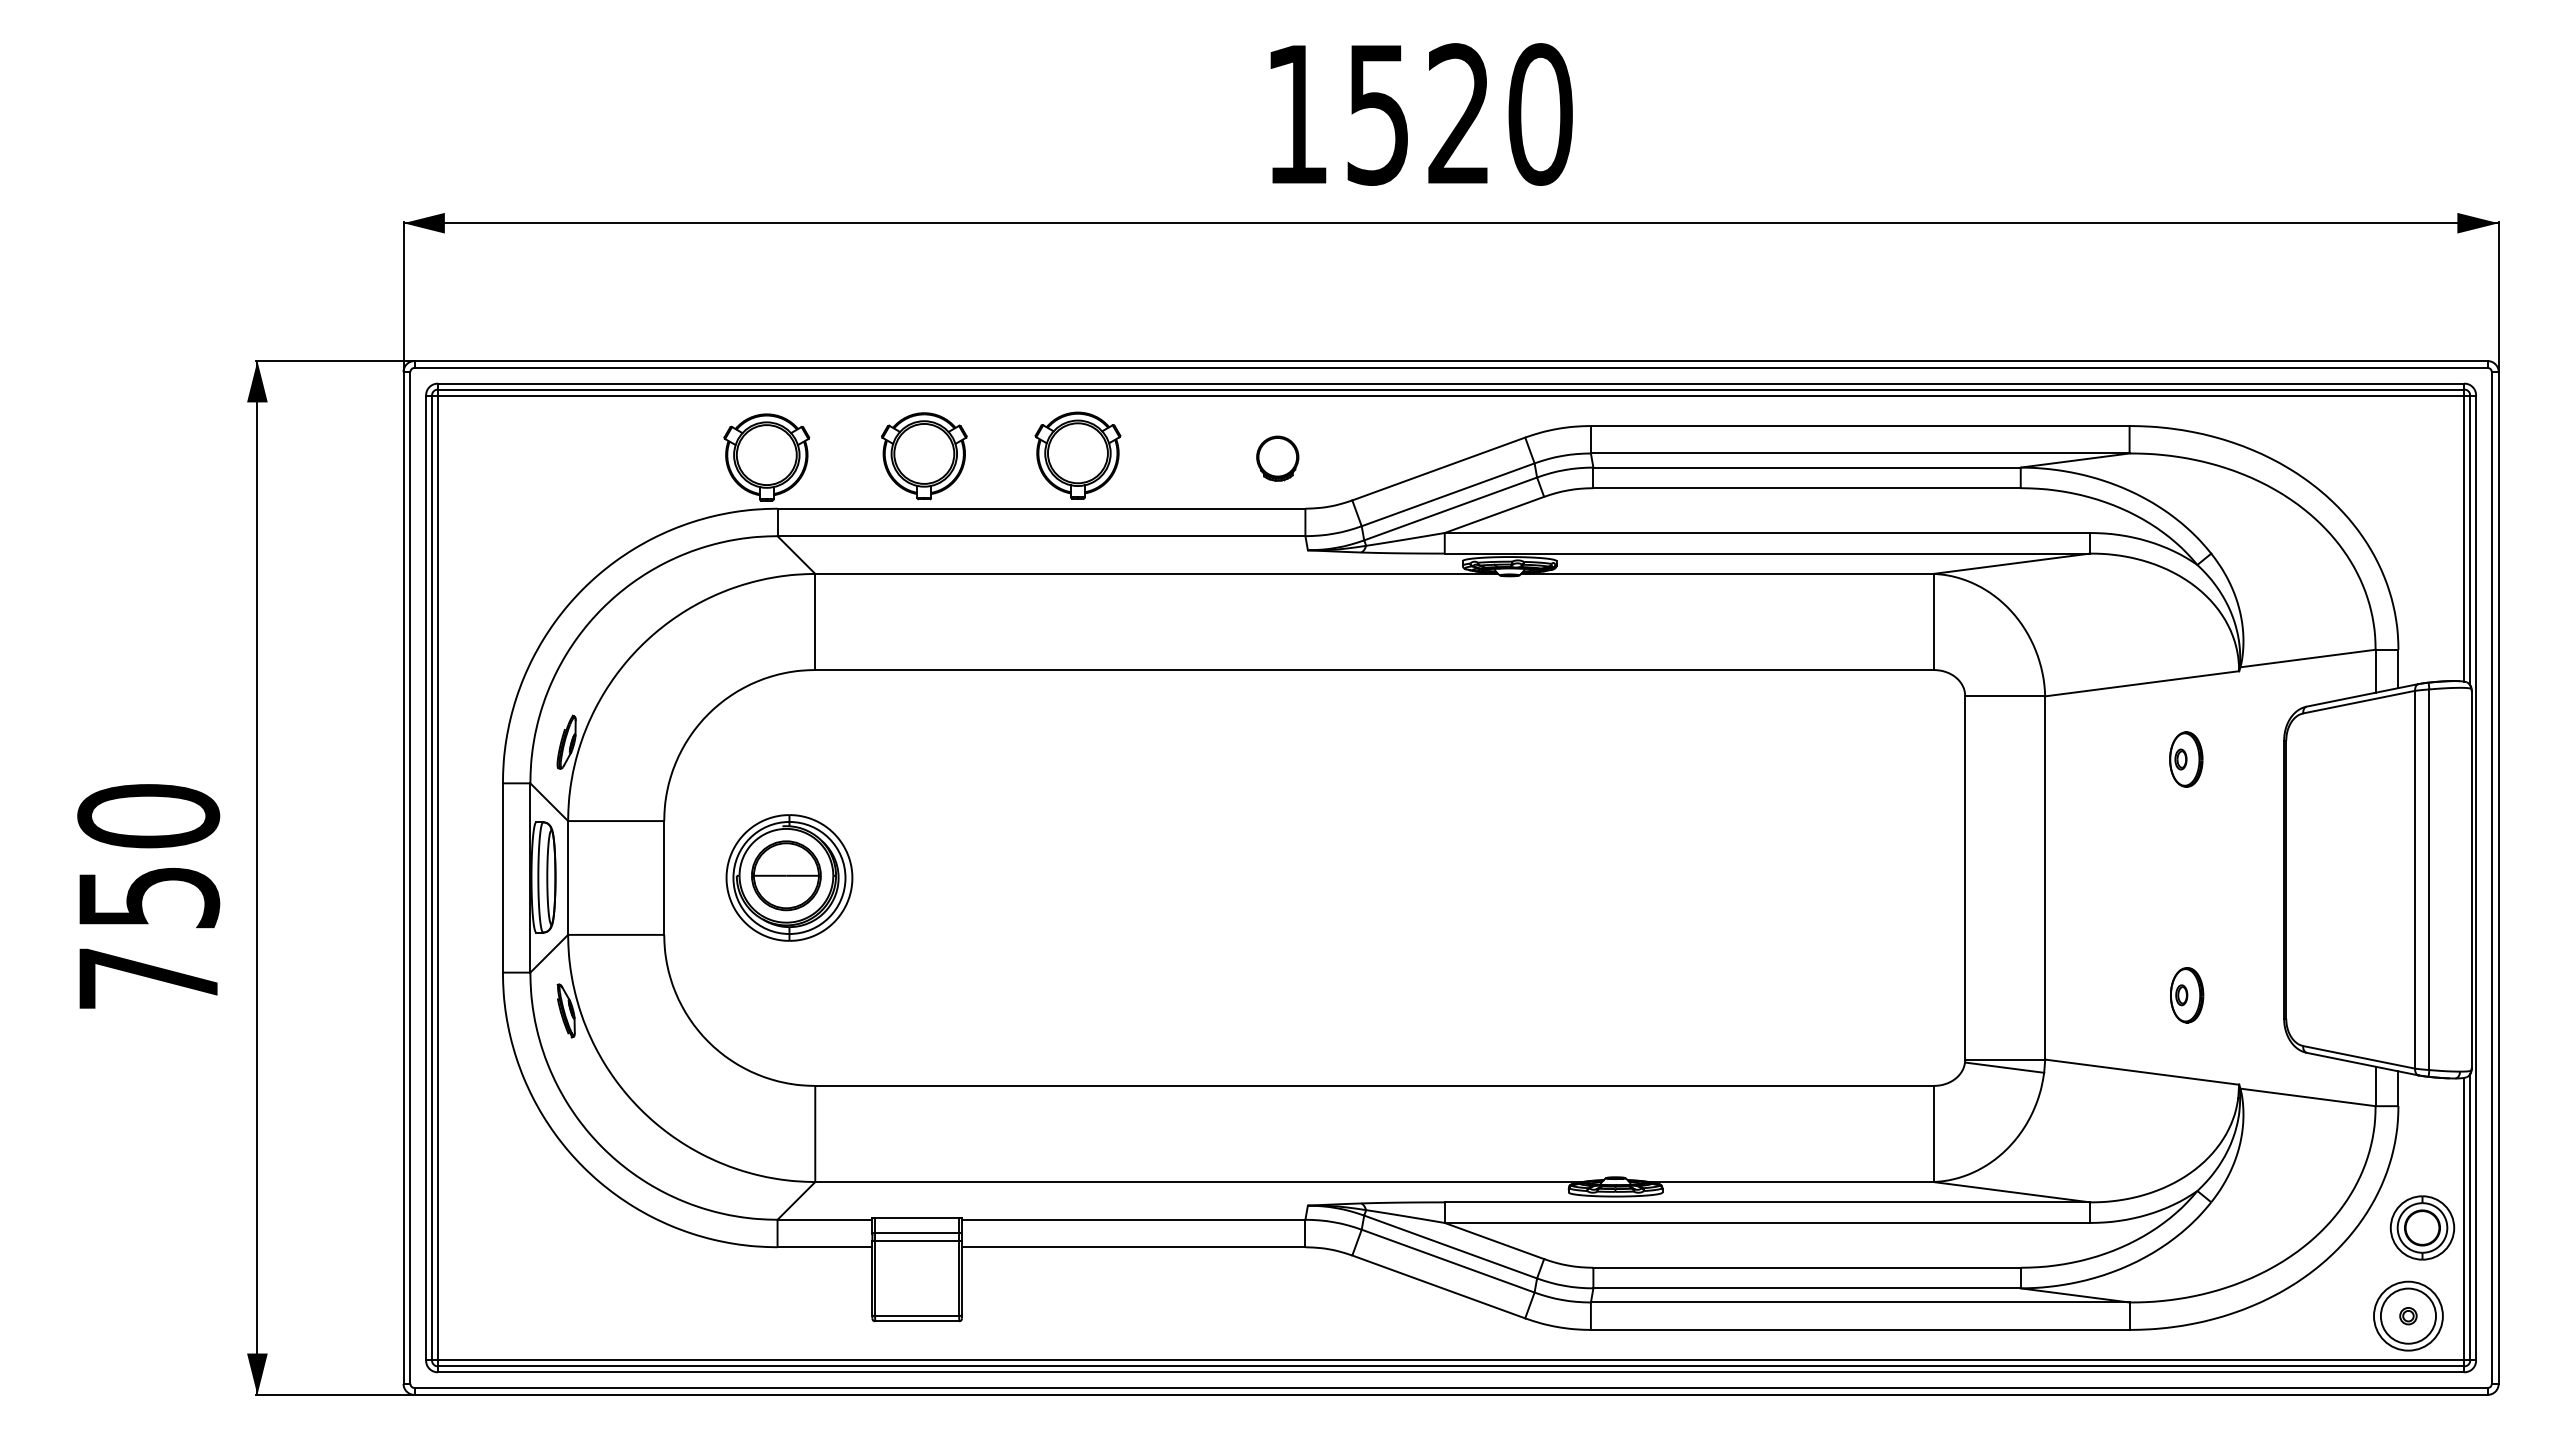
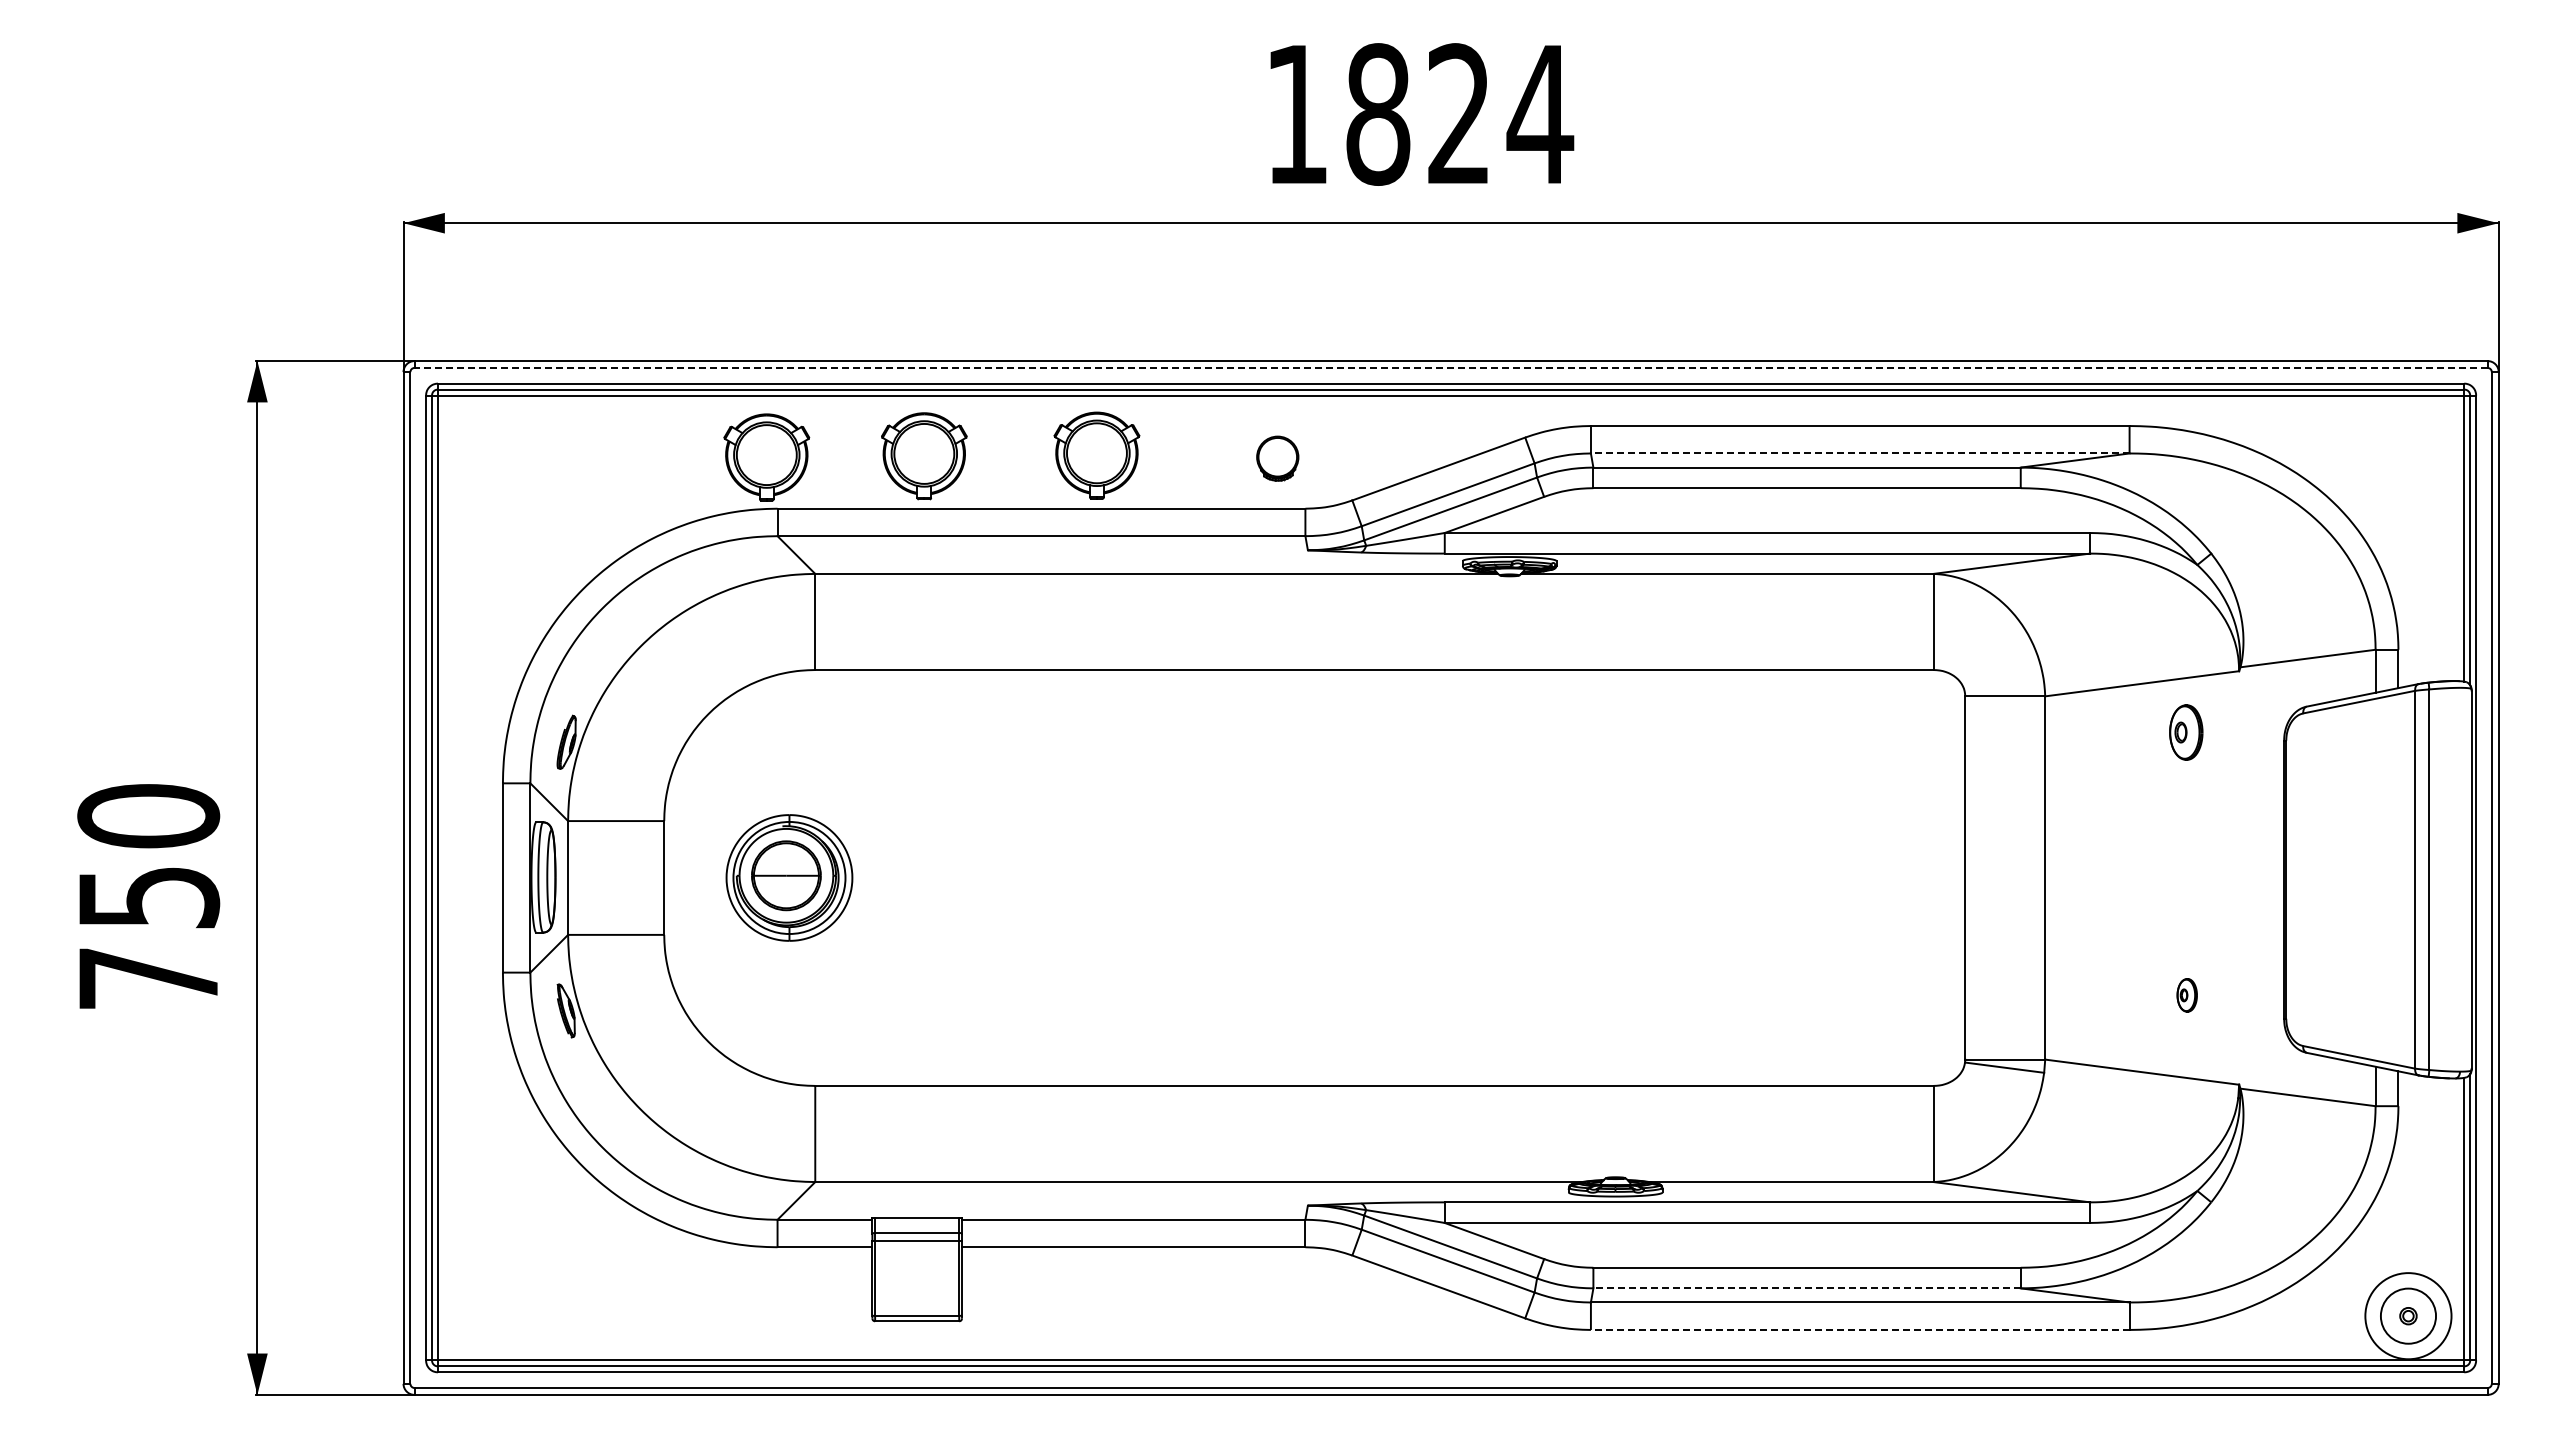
text at (1460, 114): 1520 -> 1824
line at (1451, 367): solid -> dashed
line at (1859, 453): solid -> dashed
part at (1077, 455) position: (1077, 455) -> (1096, 455)
part at (2186, 759) position: (2186, 759) -> (2186, 732)
part at (2187, 995) size: 35x57 px -> 22x35 px
part at (2422, 1227): present -> none
line at (1807, 1288): solid -> dashed
circle at (2407, 1315) diameter: 69 px -> 86 px
line at (1859, 1329): solid -> dashed
